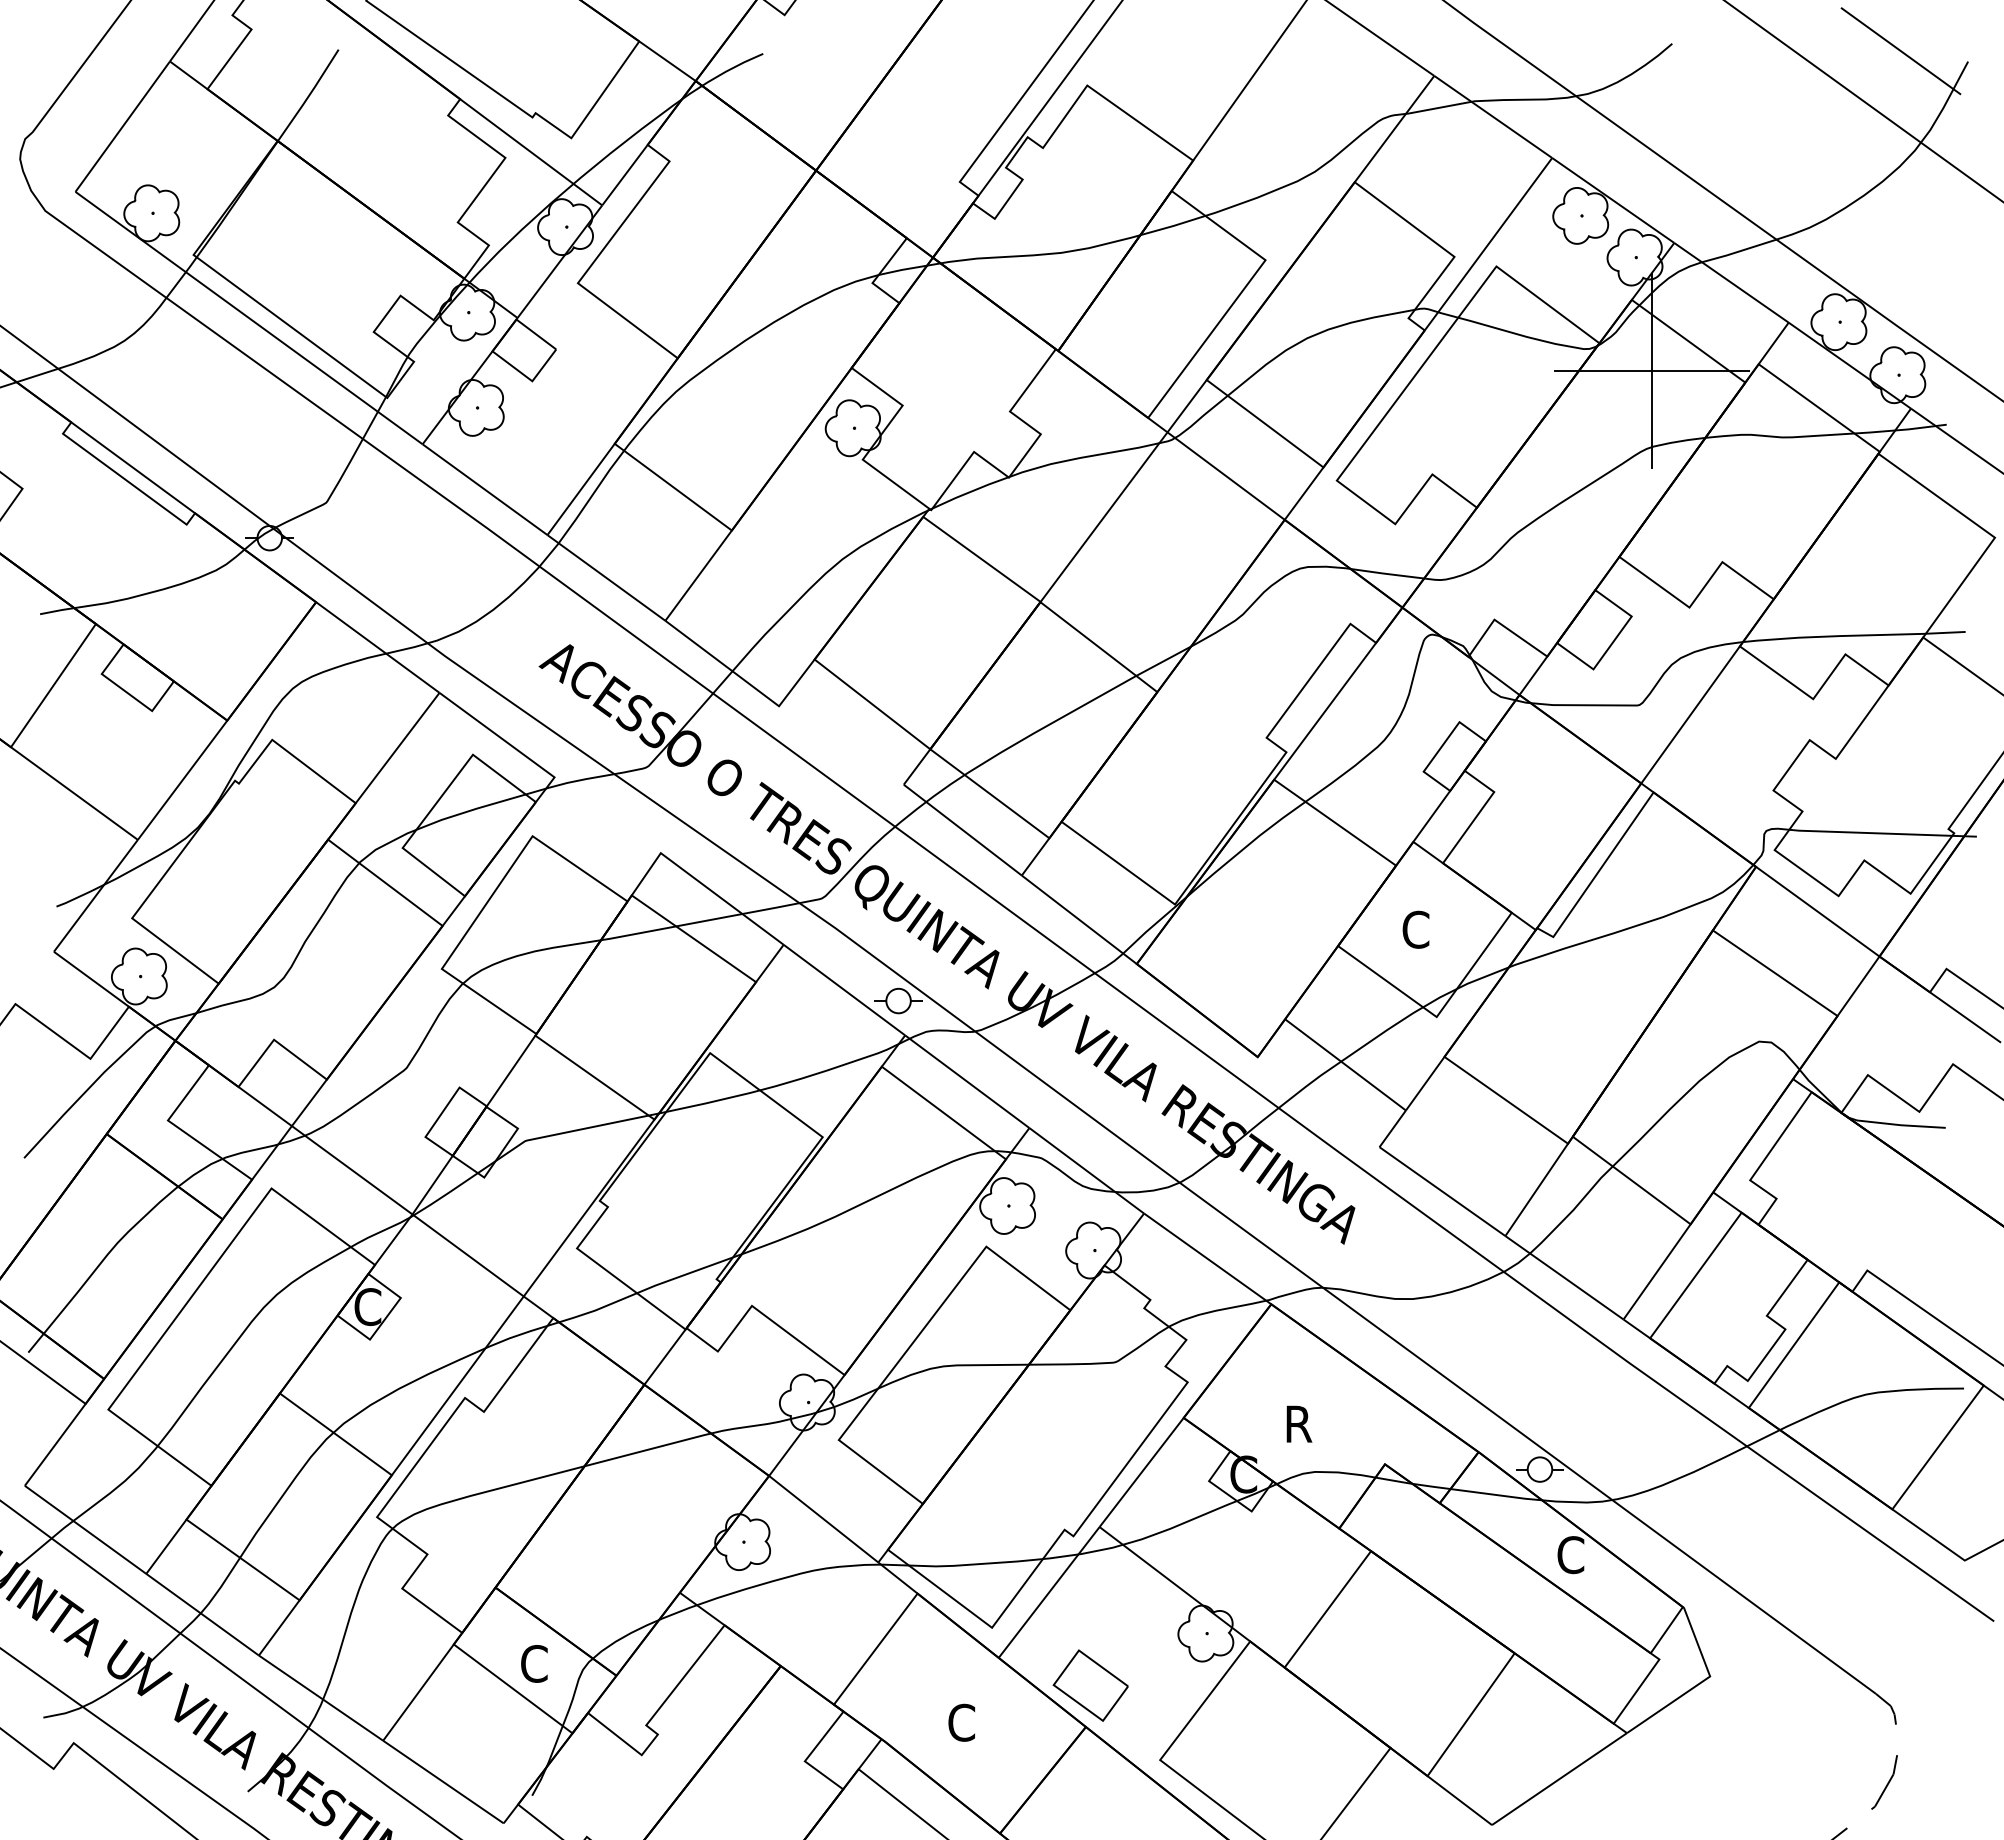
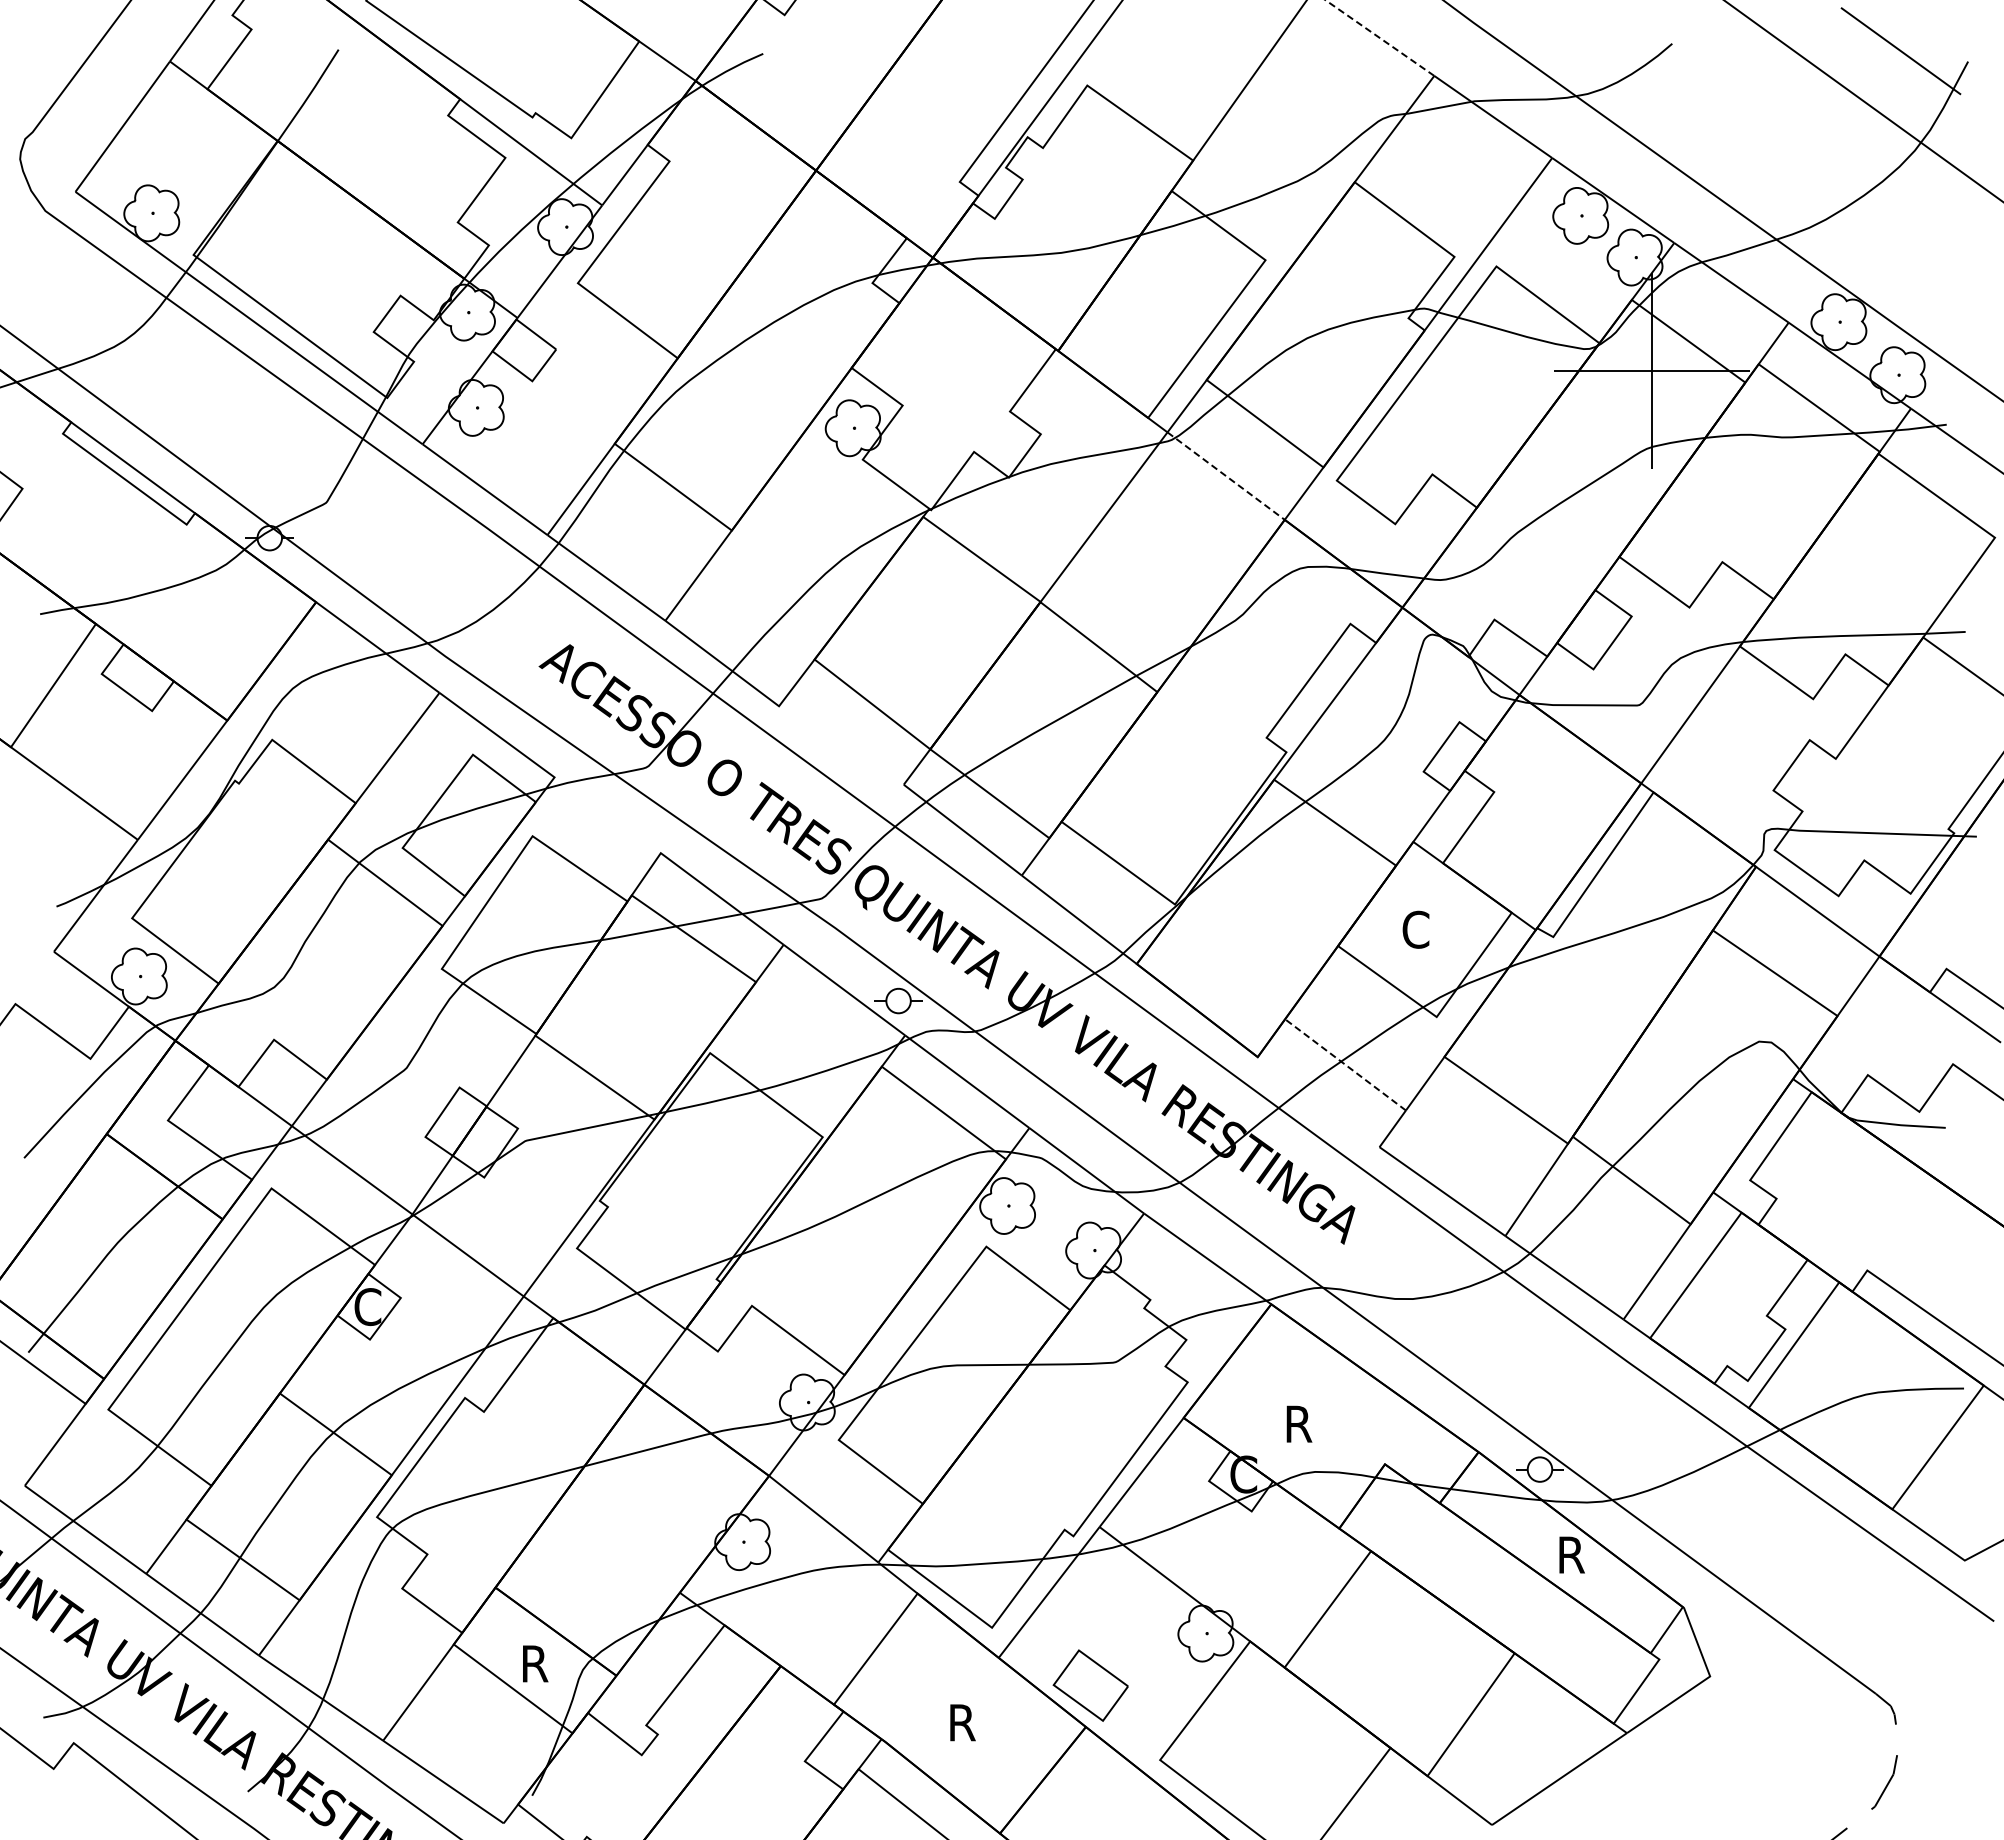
line at (1379, 37): solid -> dashed
line at (1226, 476): solid -> dashed
line at (1345, 1064): solid -> dashed
text at (1570, 1555): C -> R
text at (534, 1663): C -> R
text at (961, 1722): C -> R
